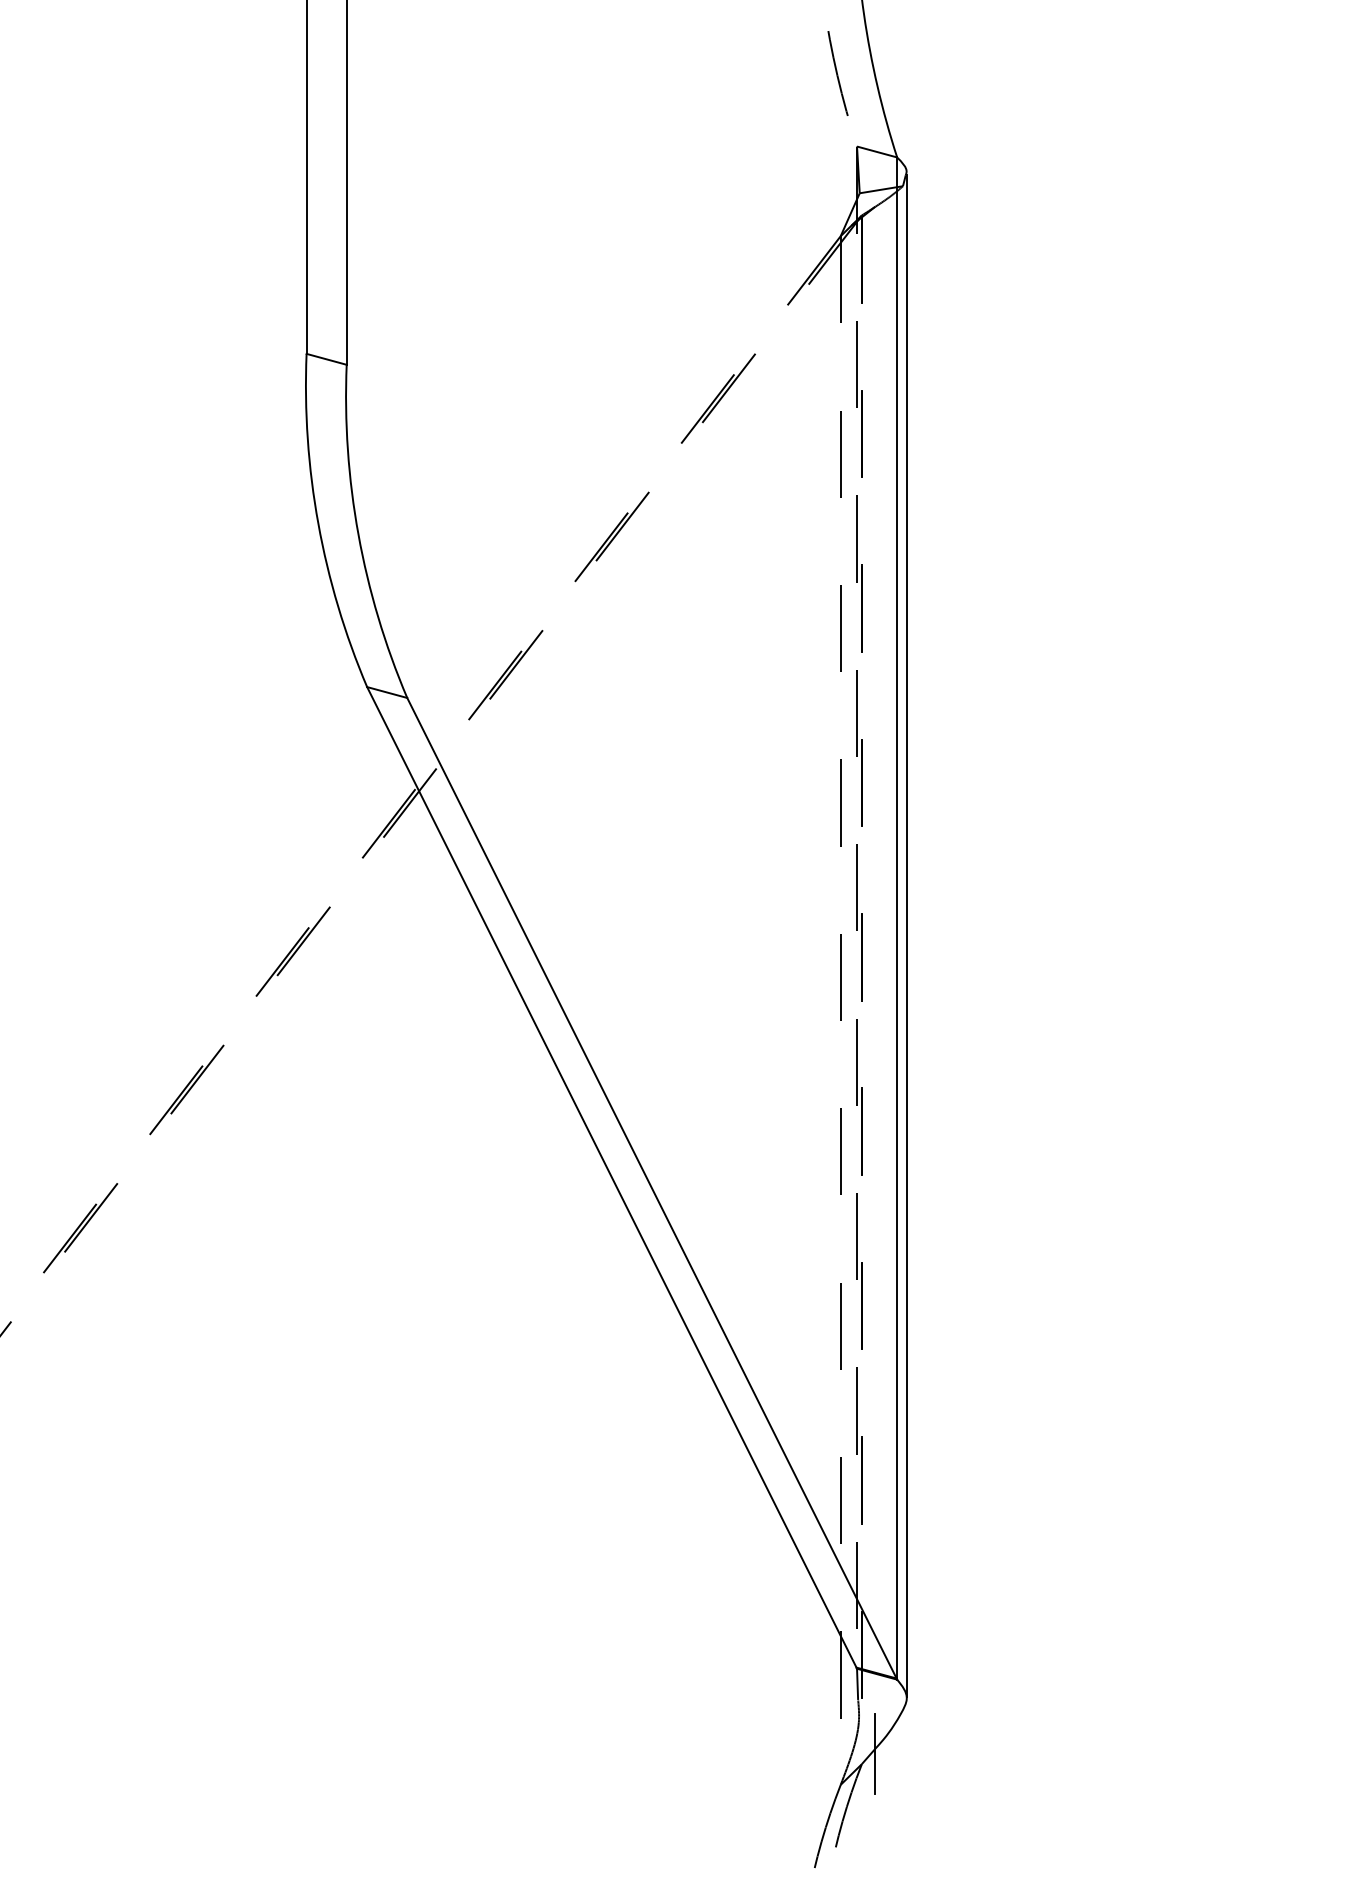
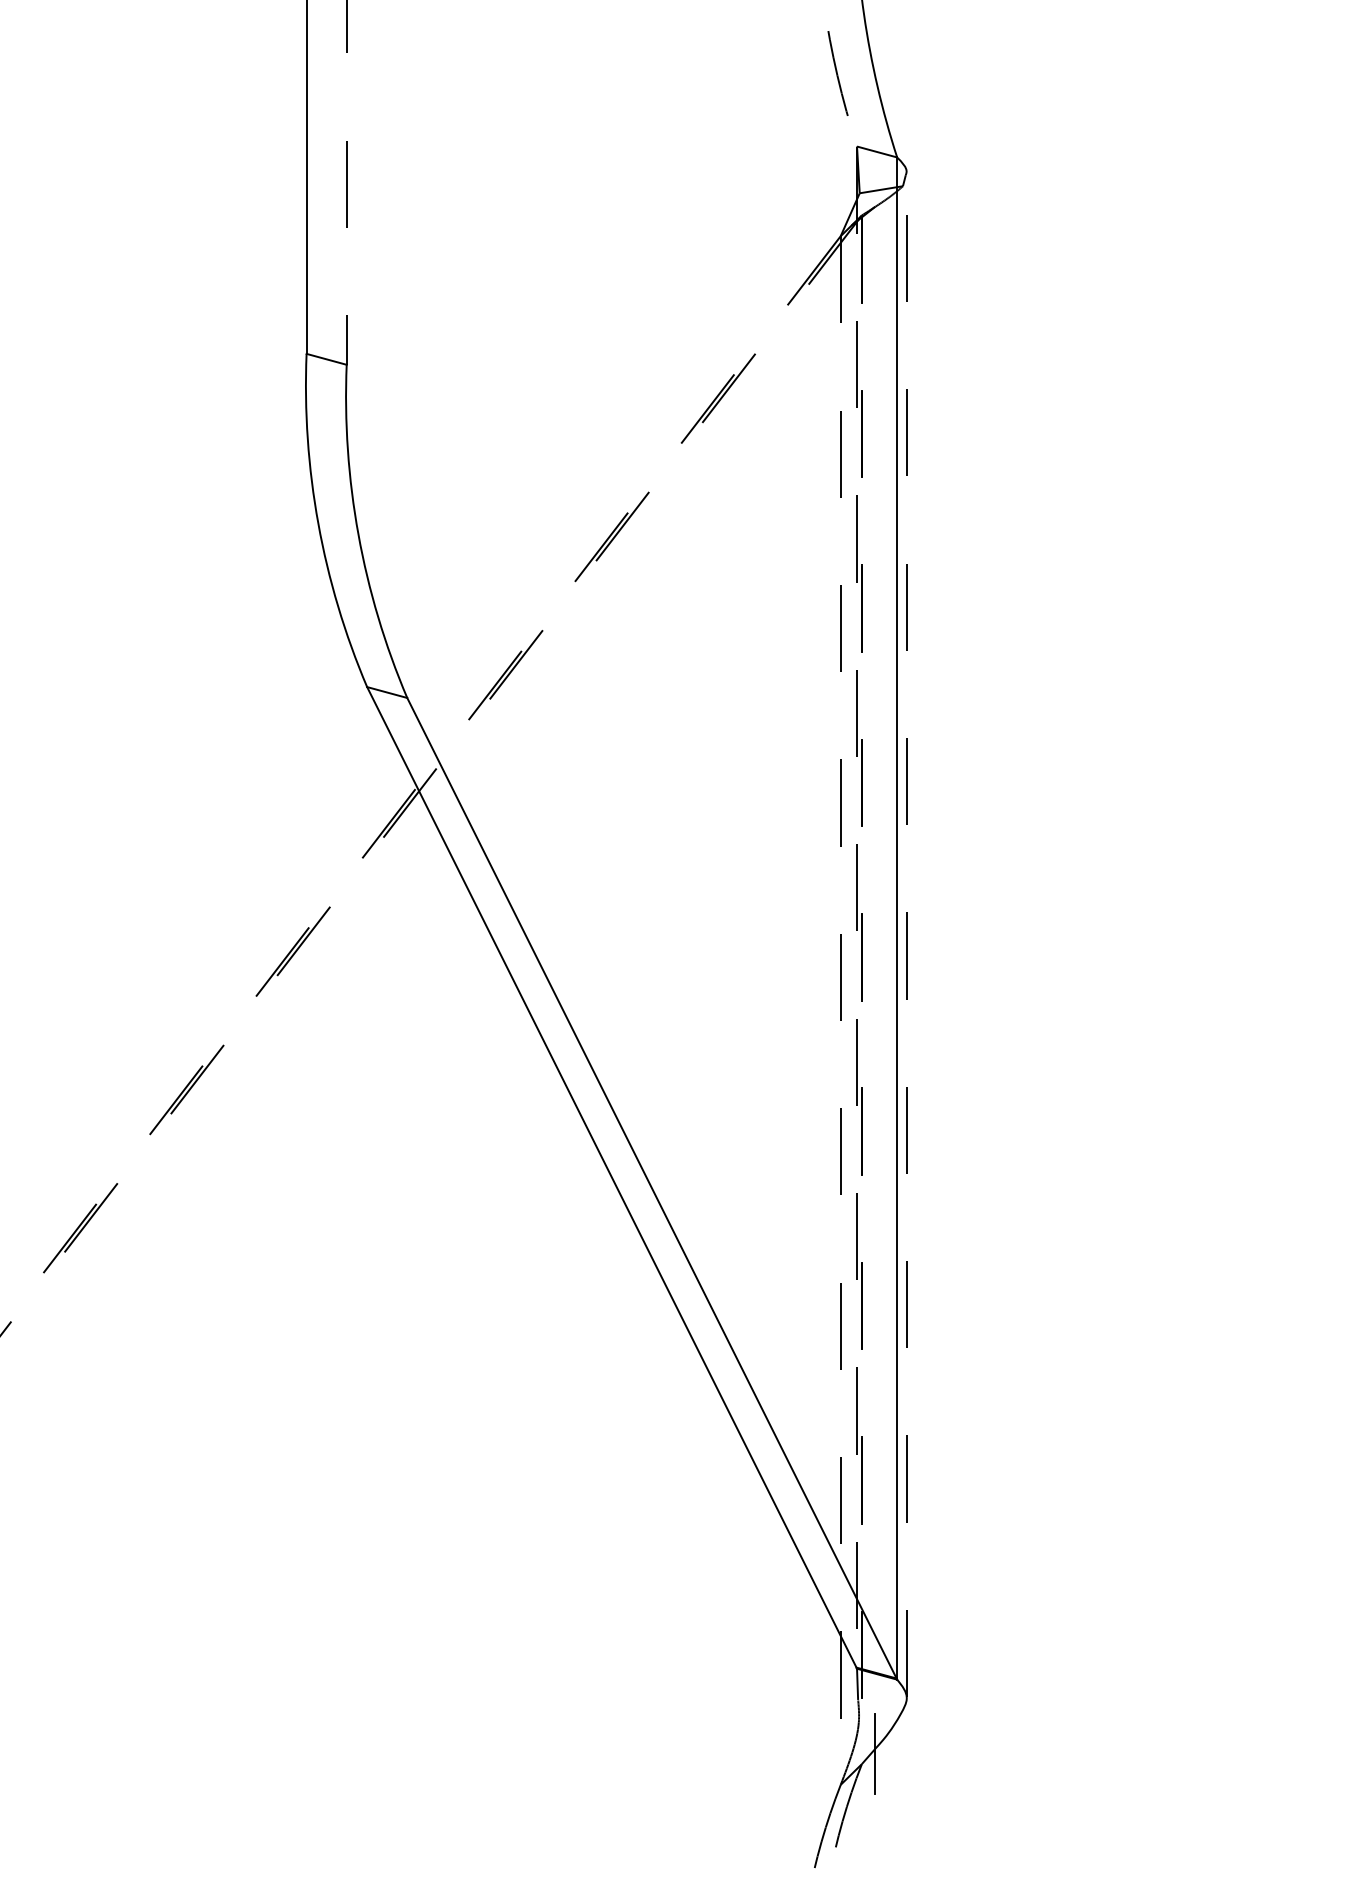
line at (346, 182): solid -> dashed
line at (906, 936): solid -> dashed
